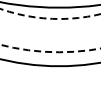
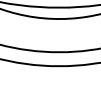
arc at (50, 18): dashed -> solid
arc at (50, 52): dashed -> solid
